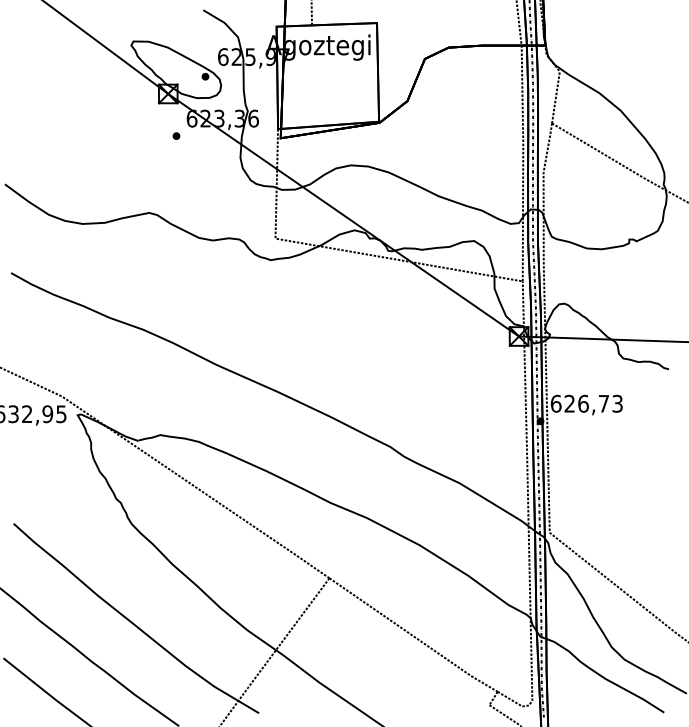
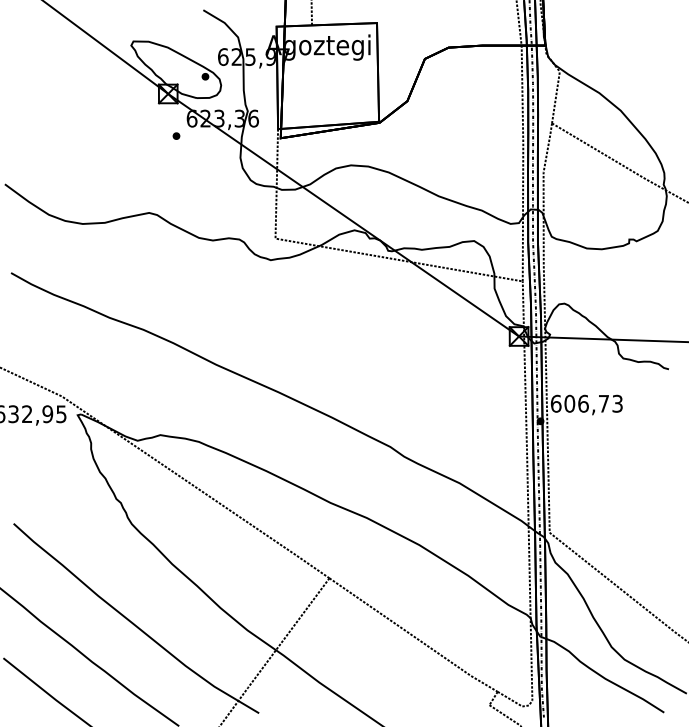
text at (569, 403): 626,73 -> 606,73
